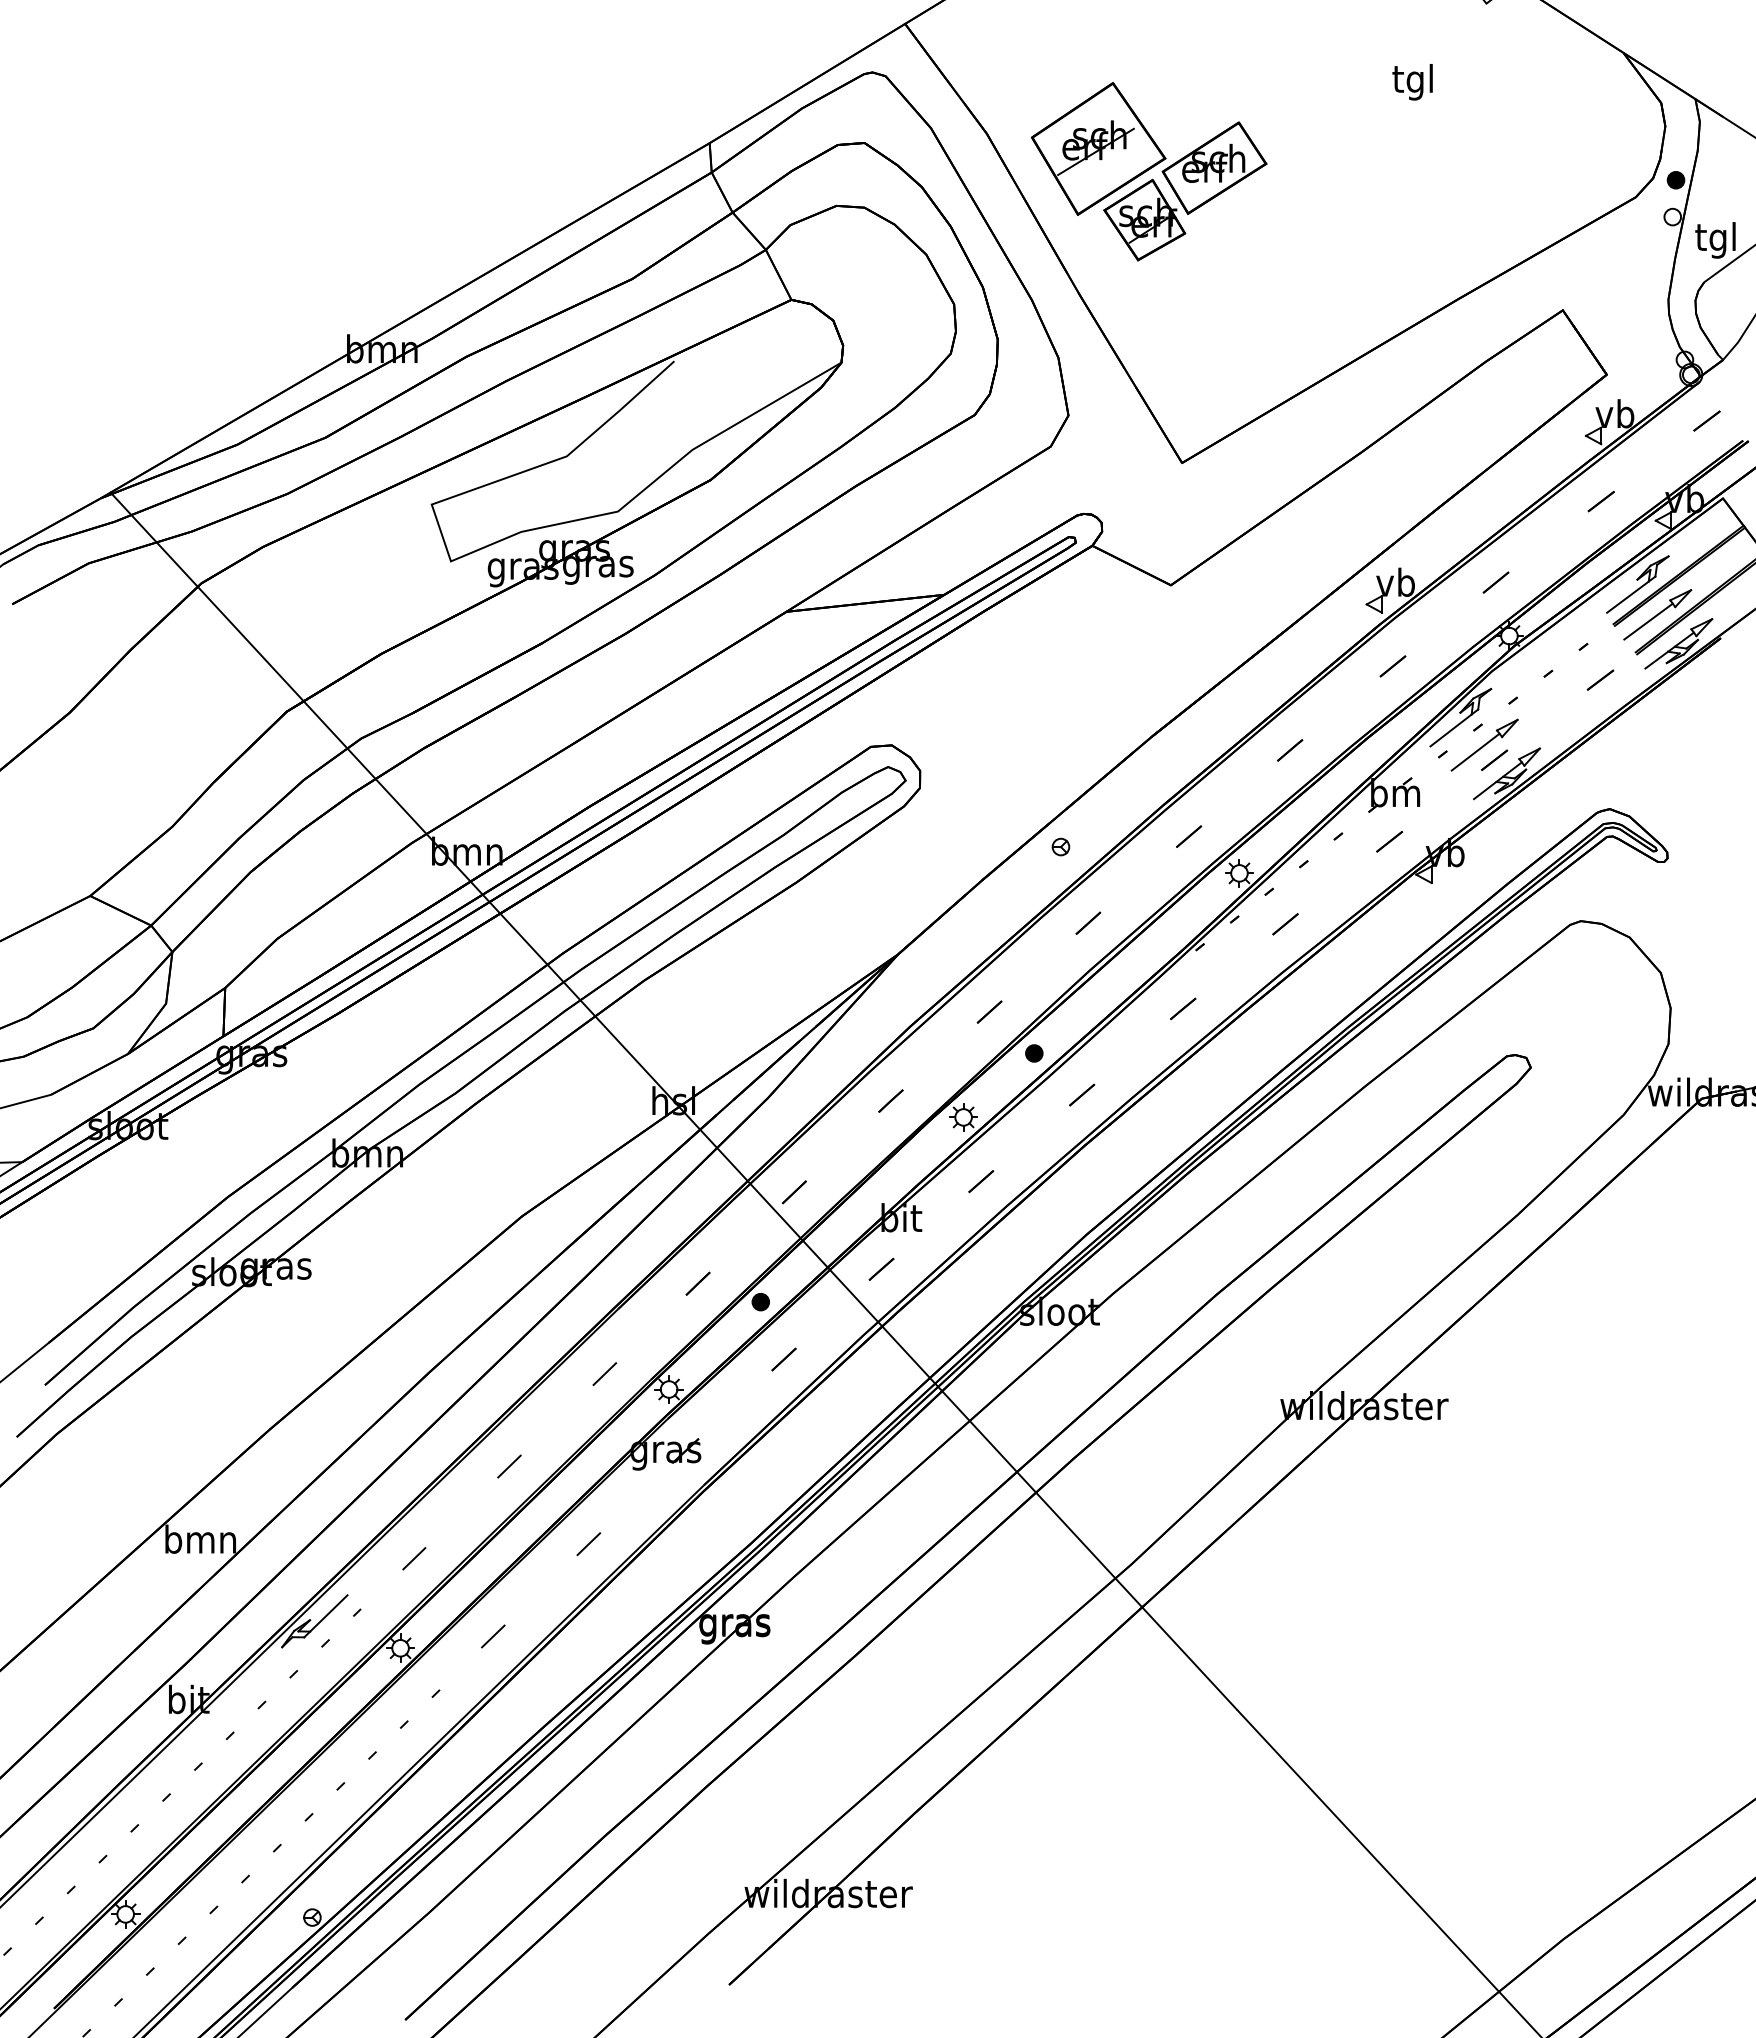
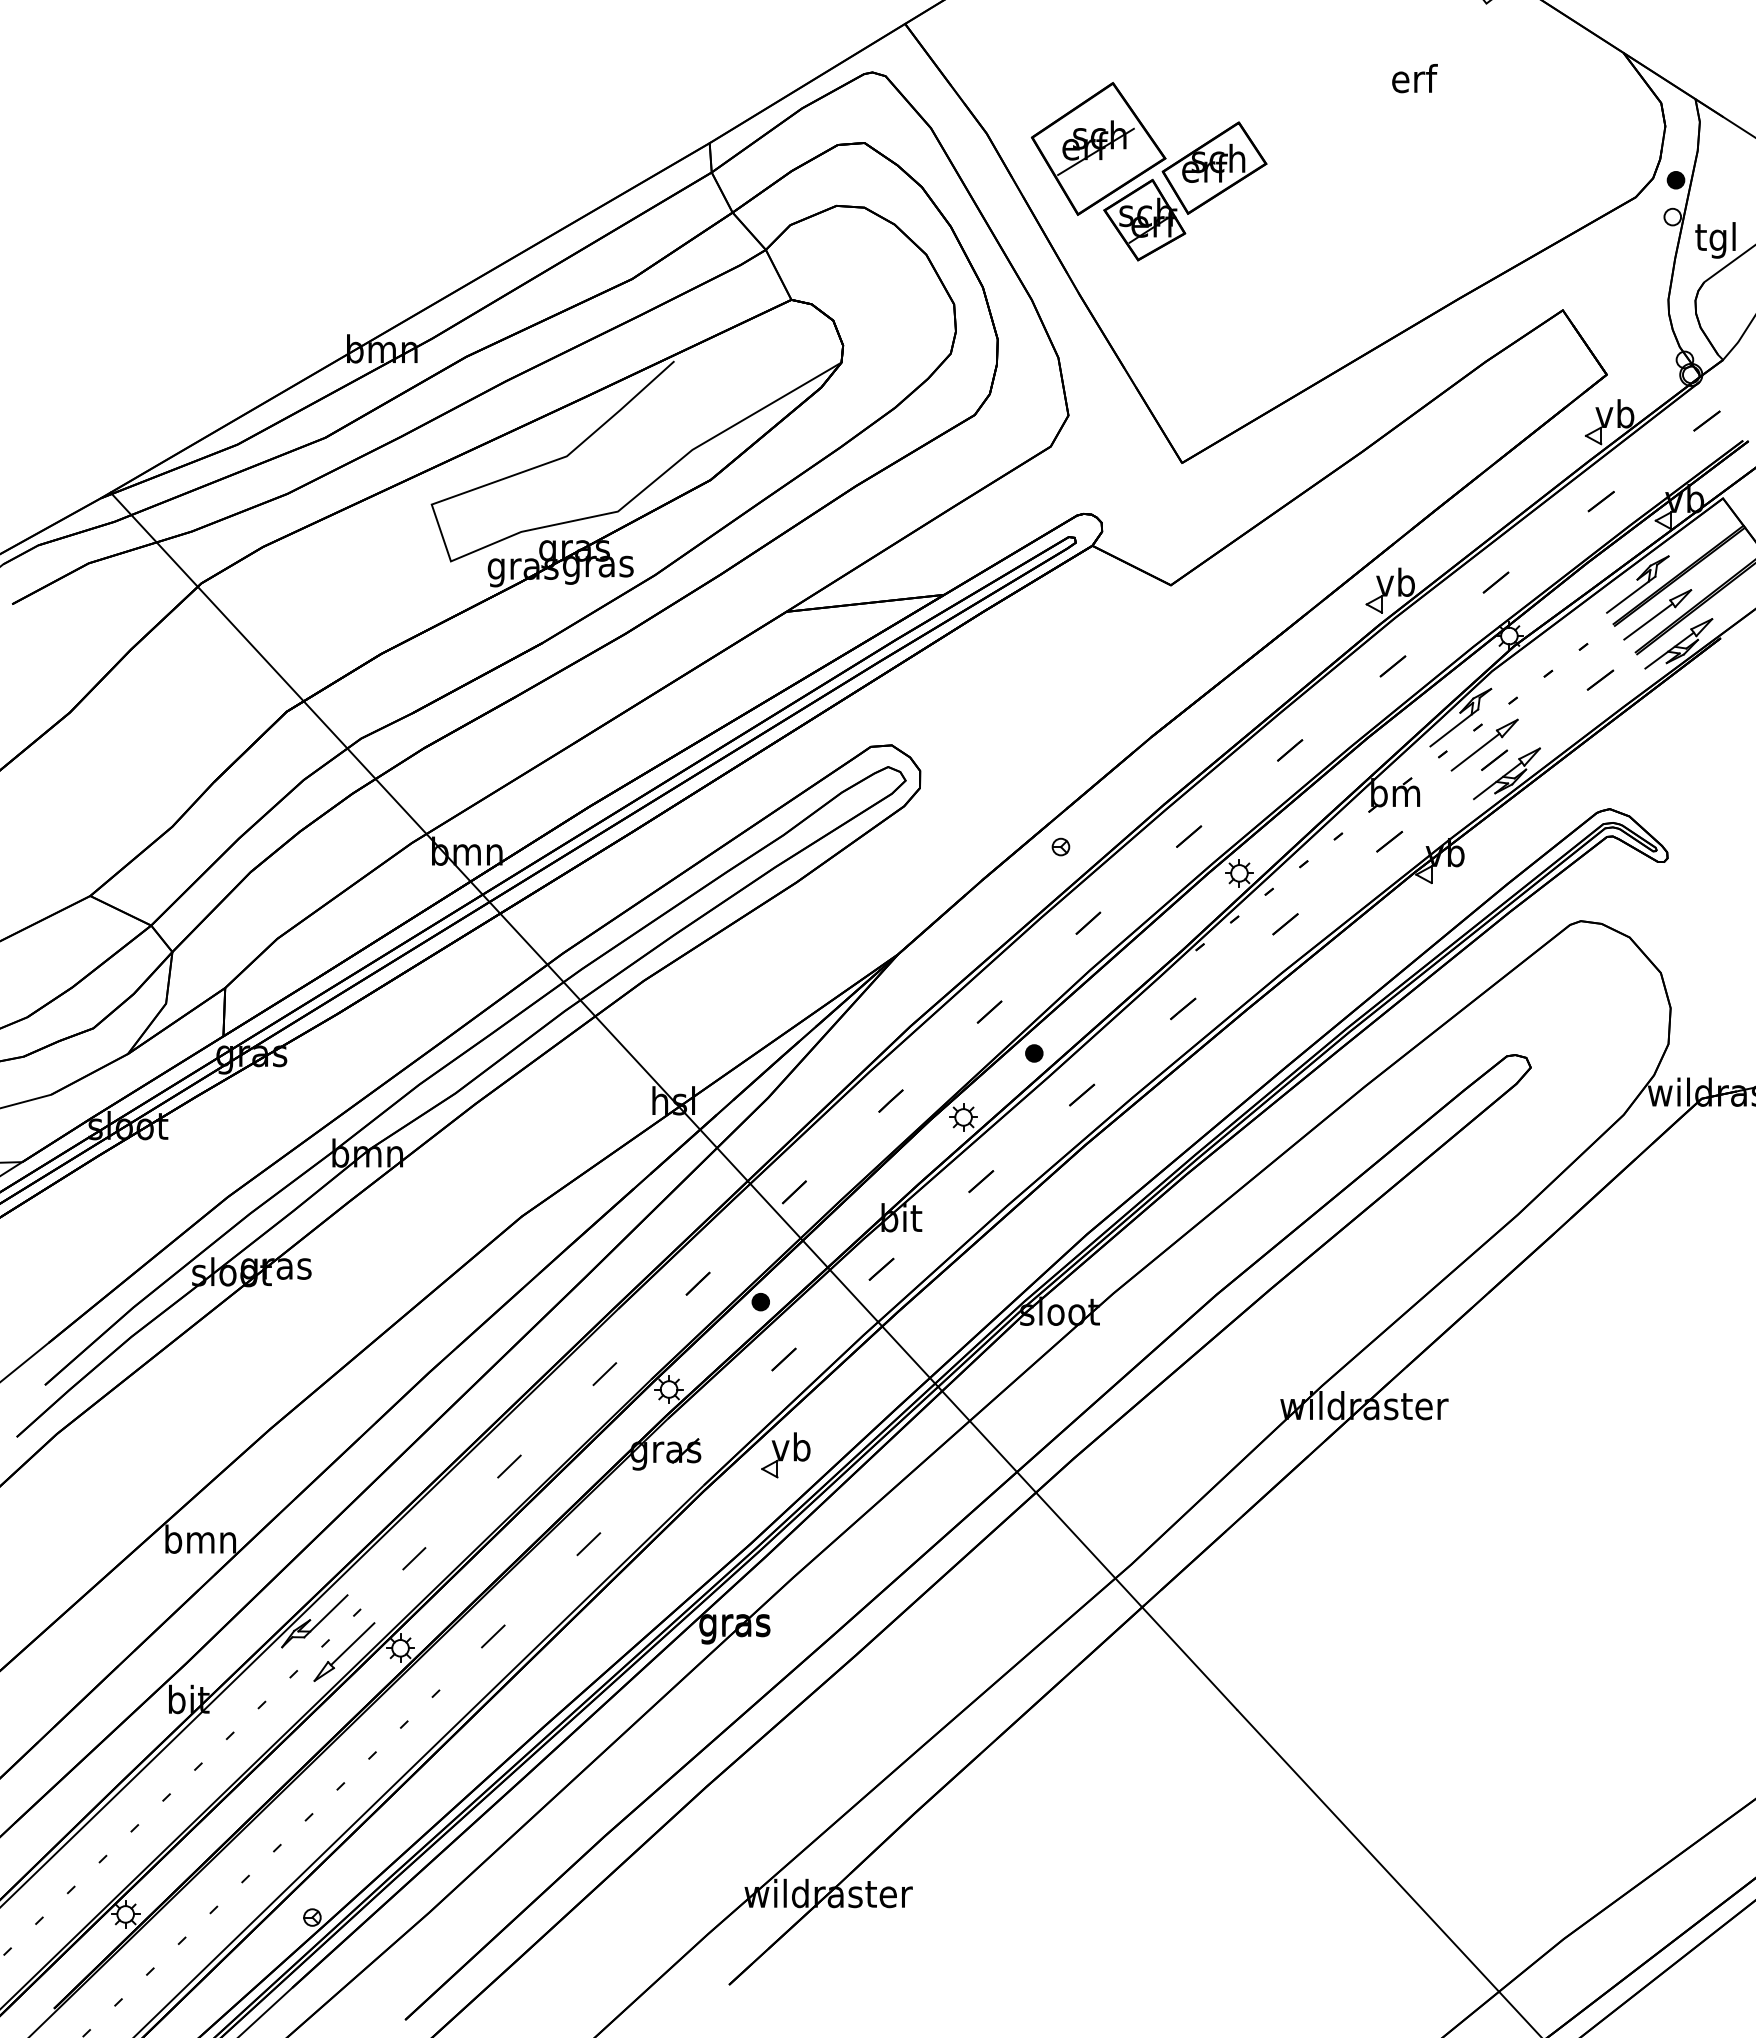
text at (1414, 82): tgl -> erf
part at (785, 1455): none -> present
part at (344, 1651): none -> present
